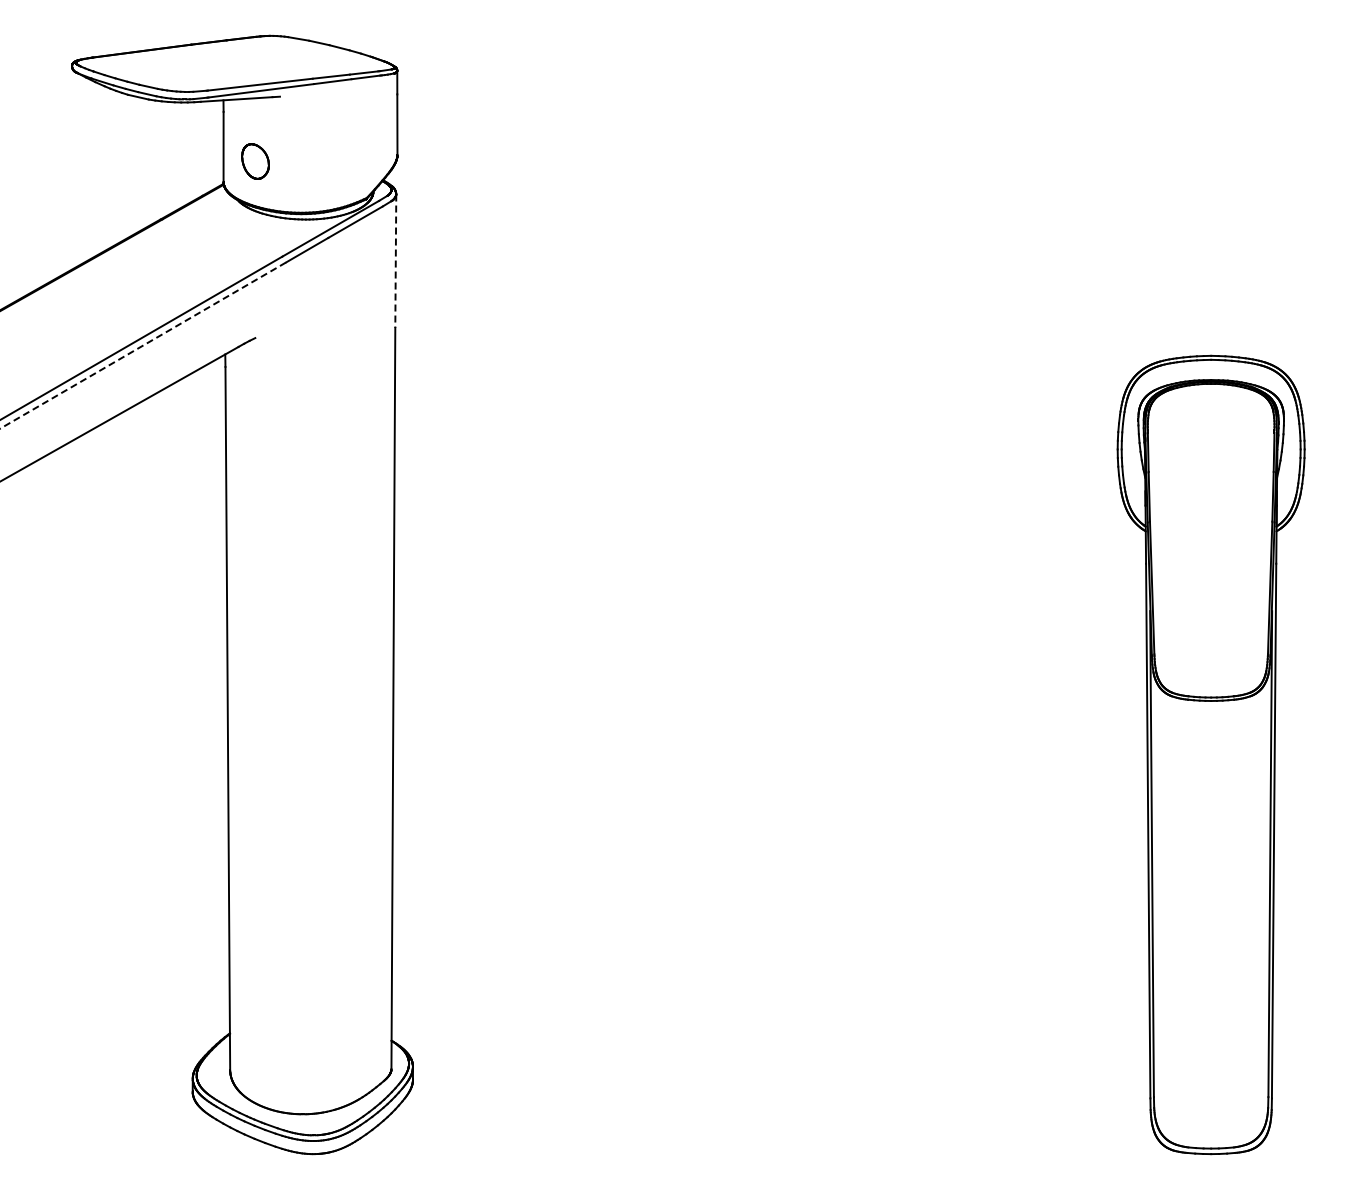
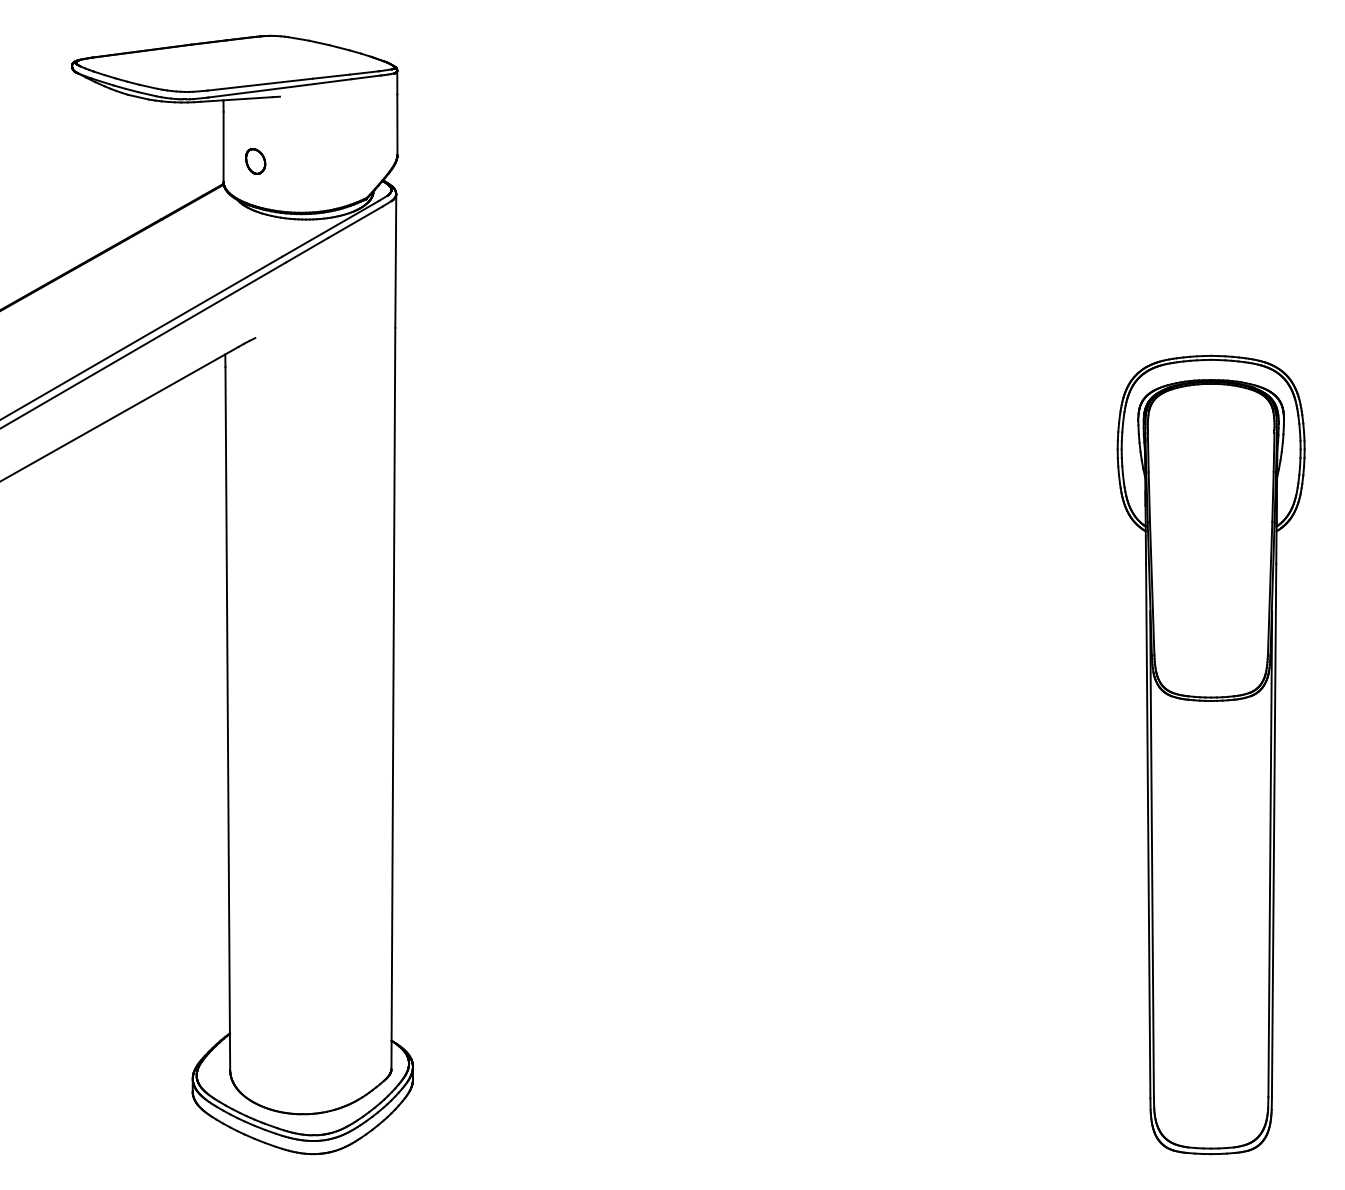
part at (255, 161) size: 29x37 px -> 22x27 px
line at (395, 261): dashed -> solid
line at (143, 345): dashed -> solid
